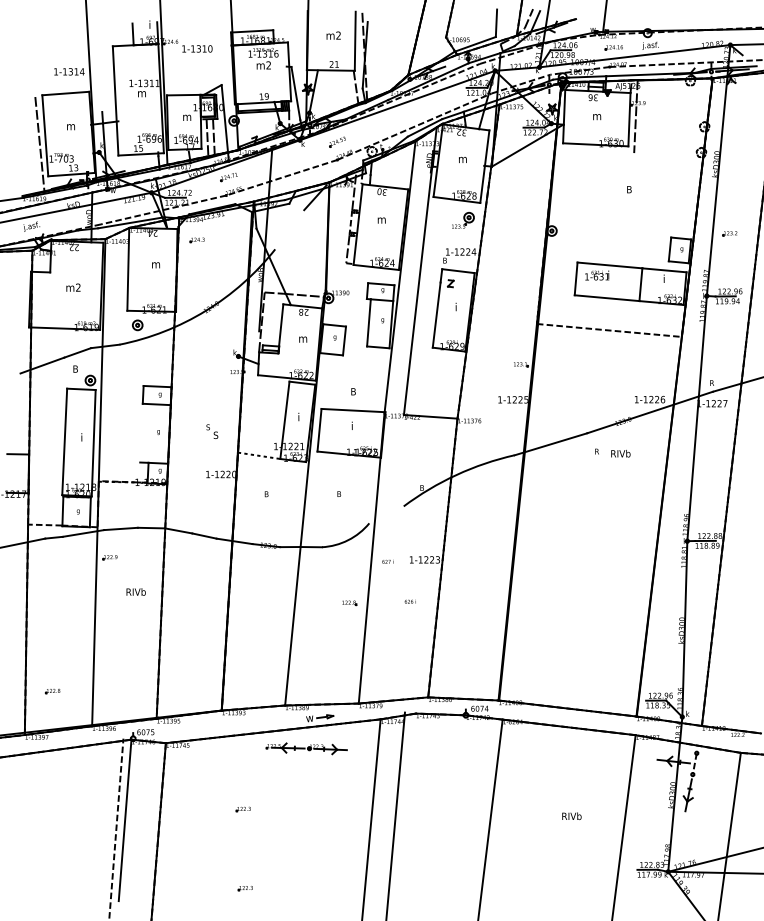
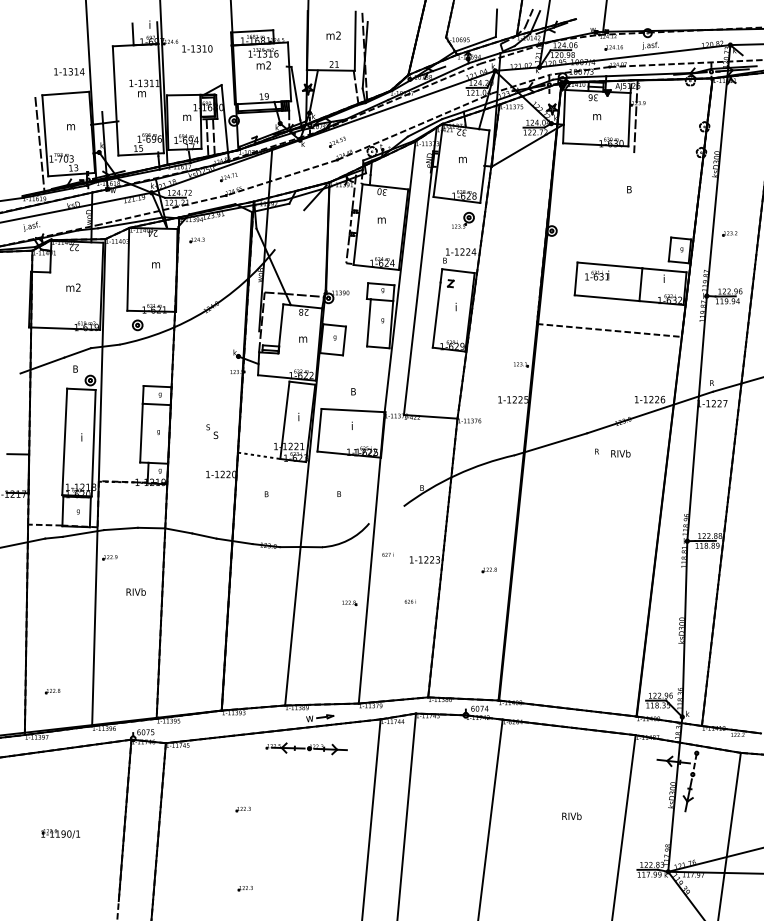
line at (141, 432): none -> present
text at (387, 561) position: (387, 561) -> (387, 554)
part at (488, 570): none -> present
line at (395, 814) position: (395, 814) -> (406, 815)
line at (116, 827) position: (116, 827) -> (124, 828)
part at (60, 833): none -> present
